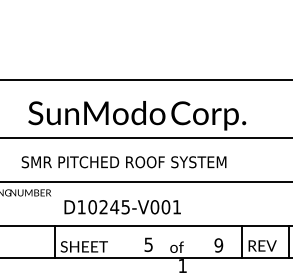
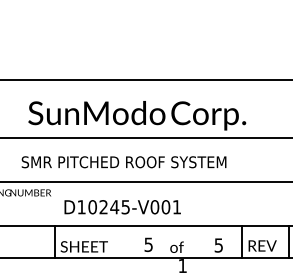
text at (218, 245): 9 -> 5
